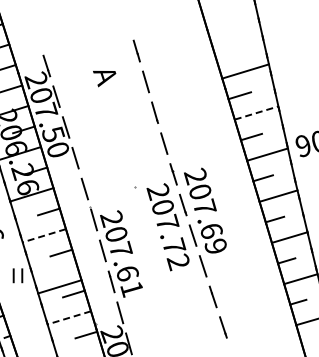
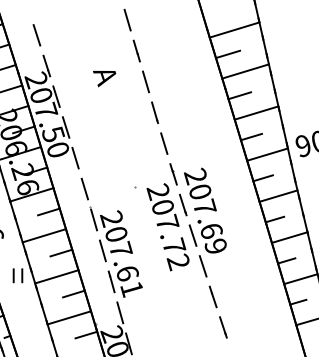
line at (127, 20): none -> present
line at (234, 29): none -> present
line at (36, 35): none -> present
line at (227, 54): none -> present
line at (256, 113): dashed -> solid
line at (44, 235): dashed -> solid
line at (59, 286) position: (59, 286) -> (56, 276)
line at (69, 317): dashed -> solid
